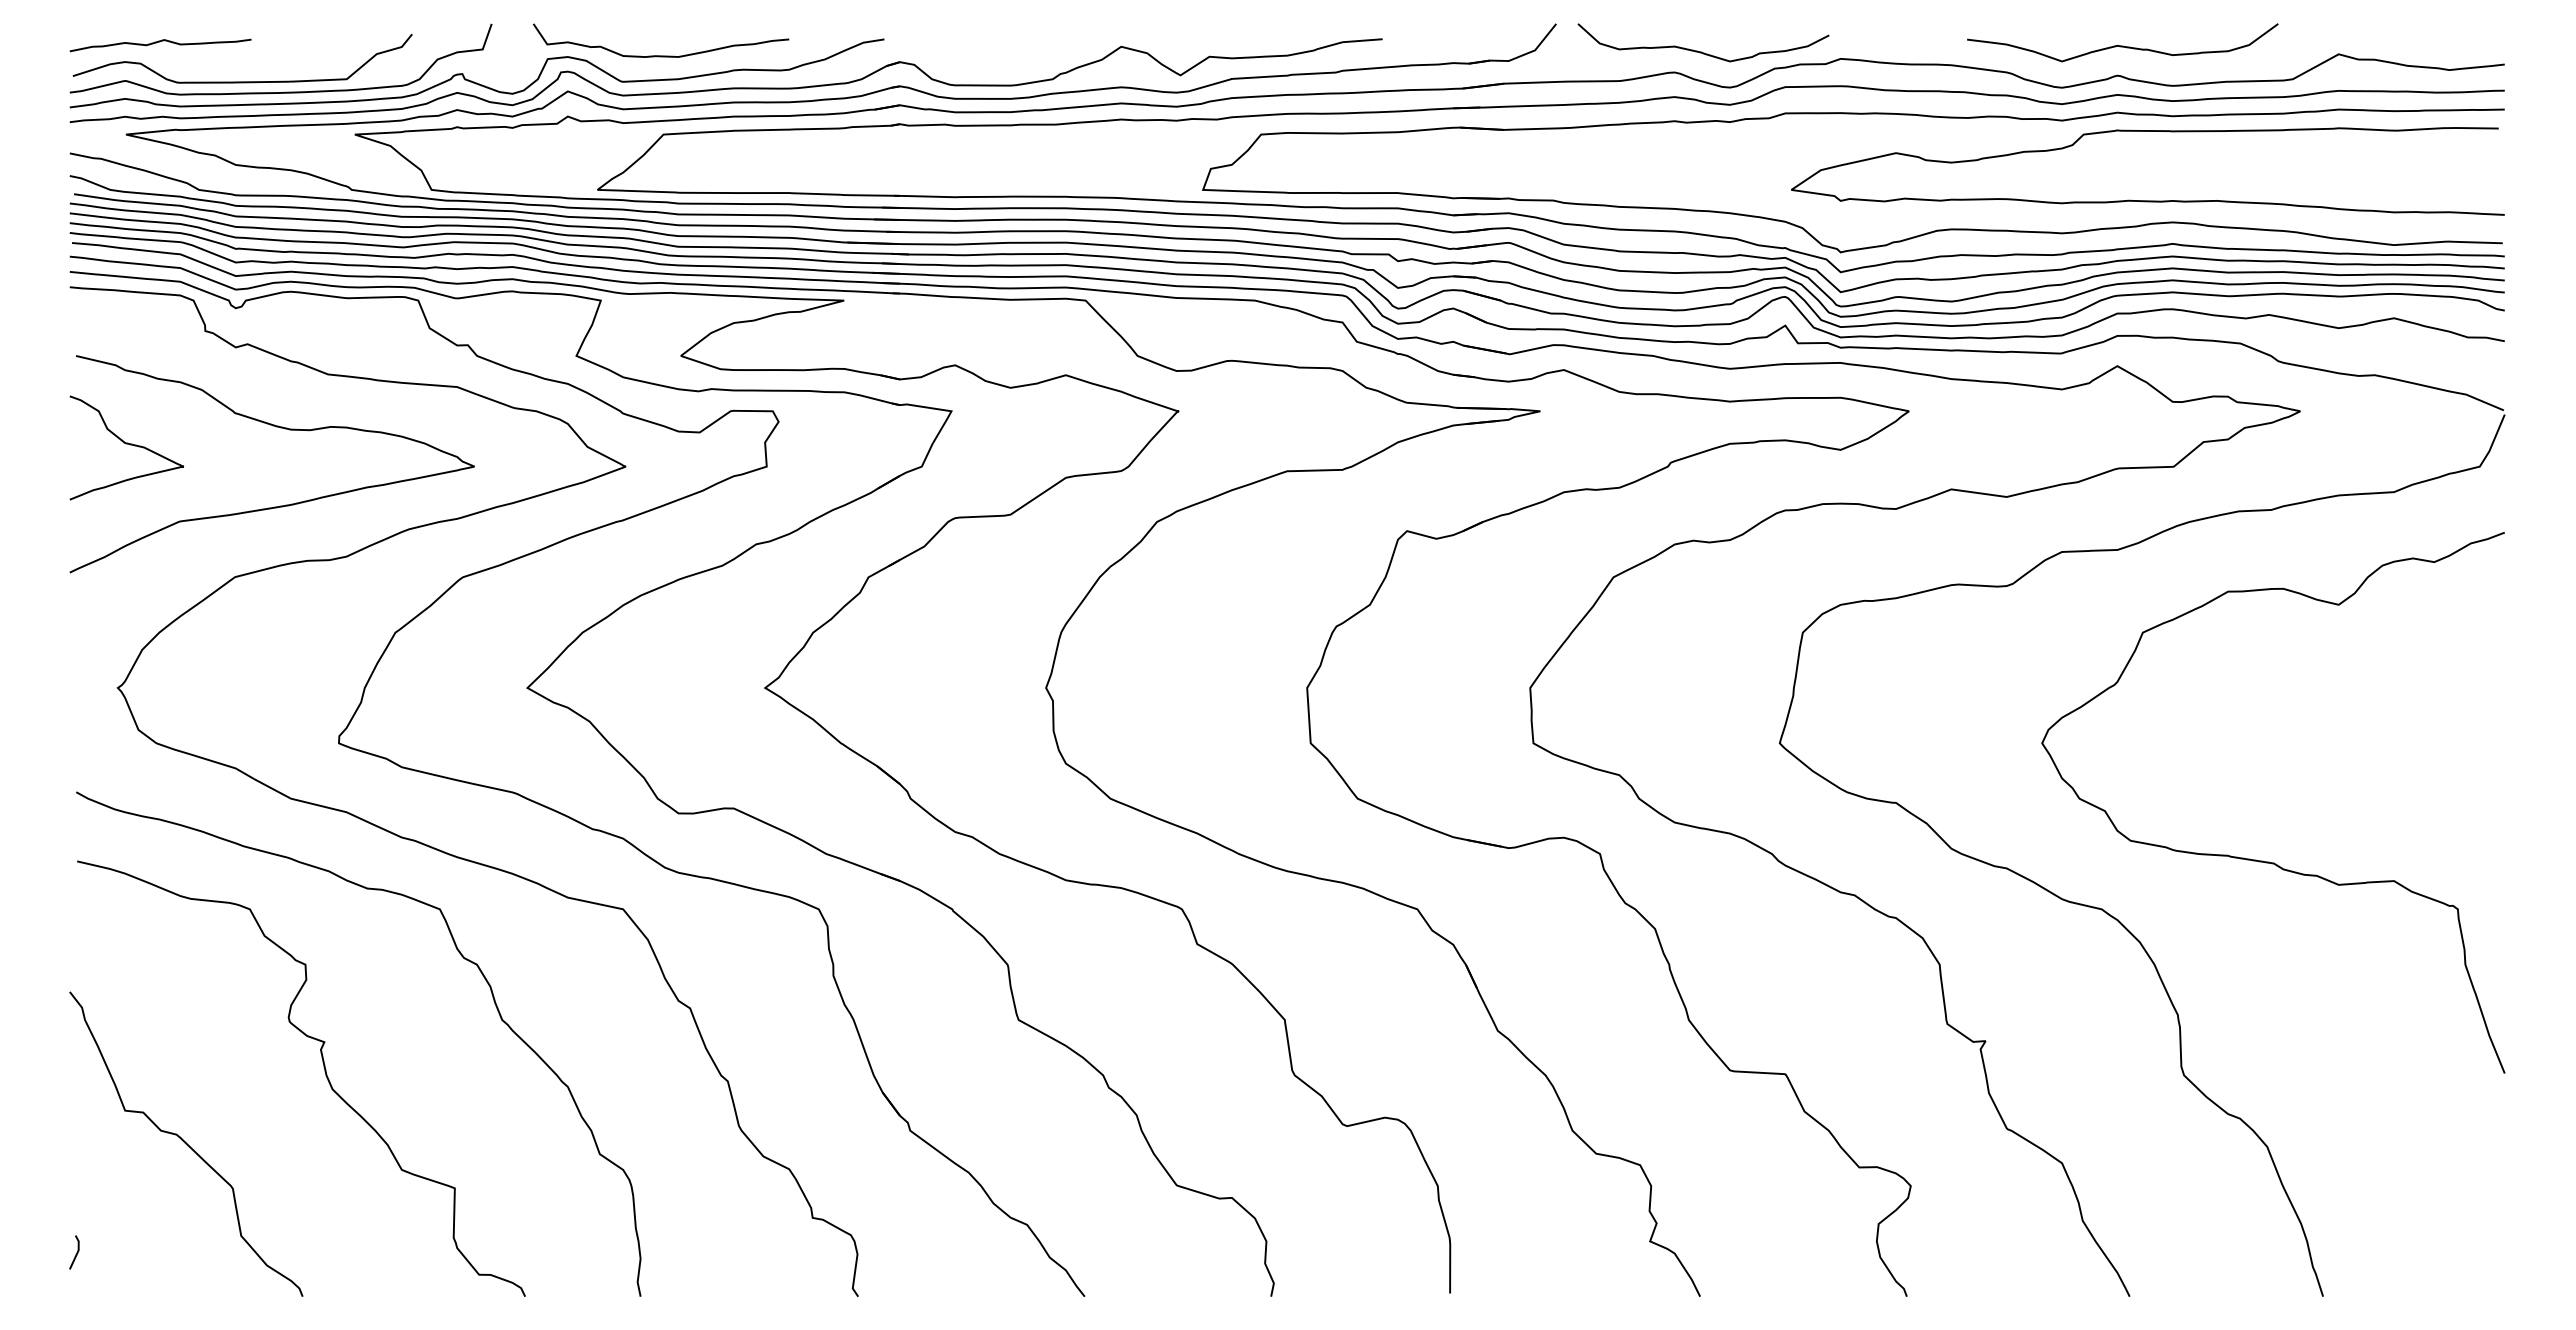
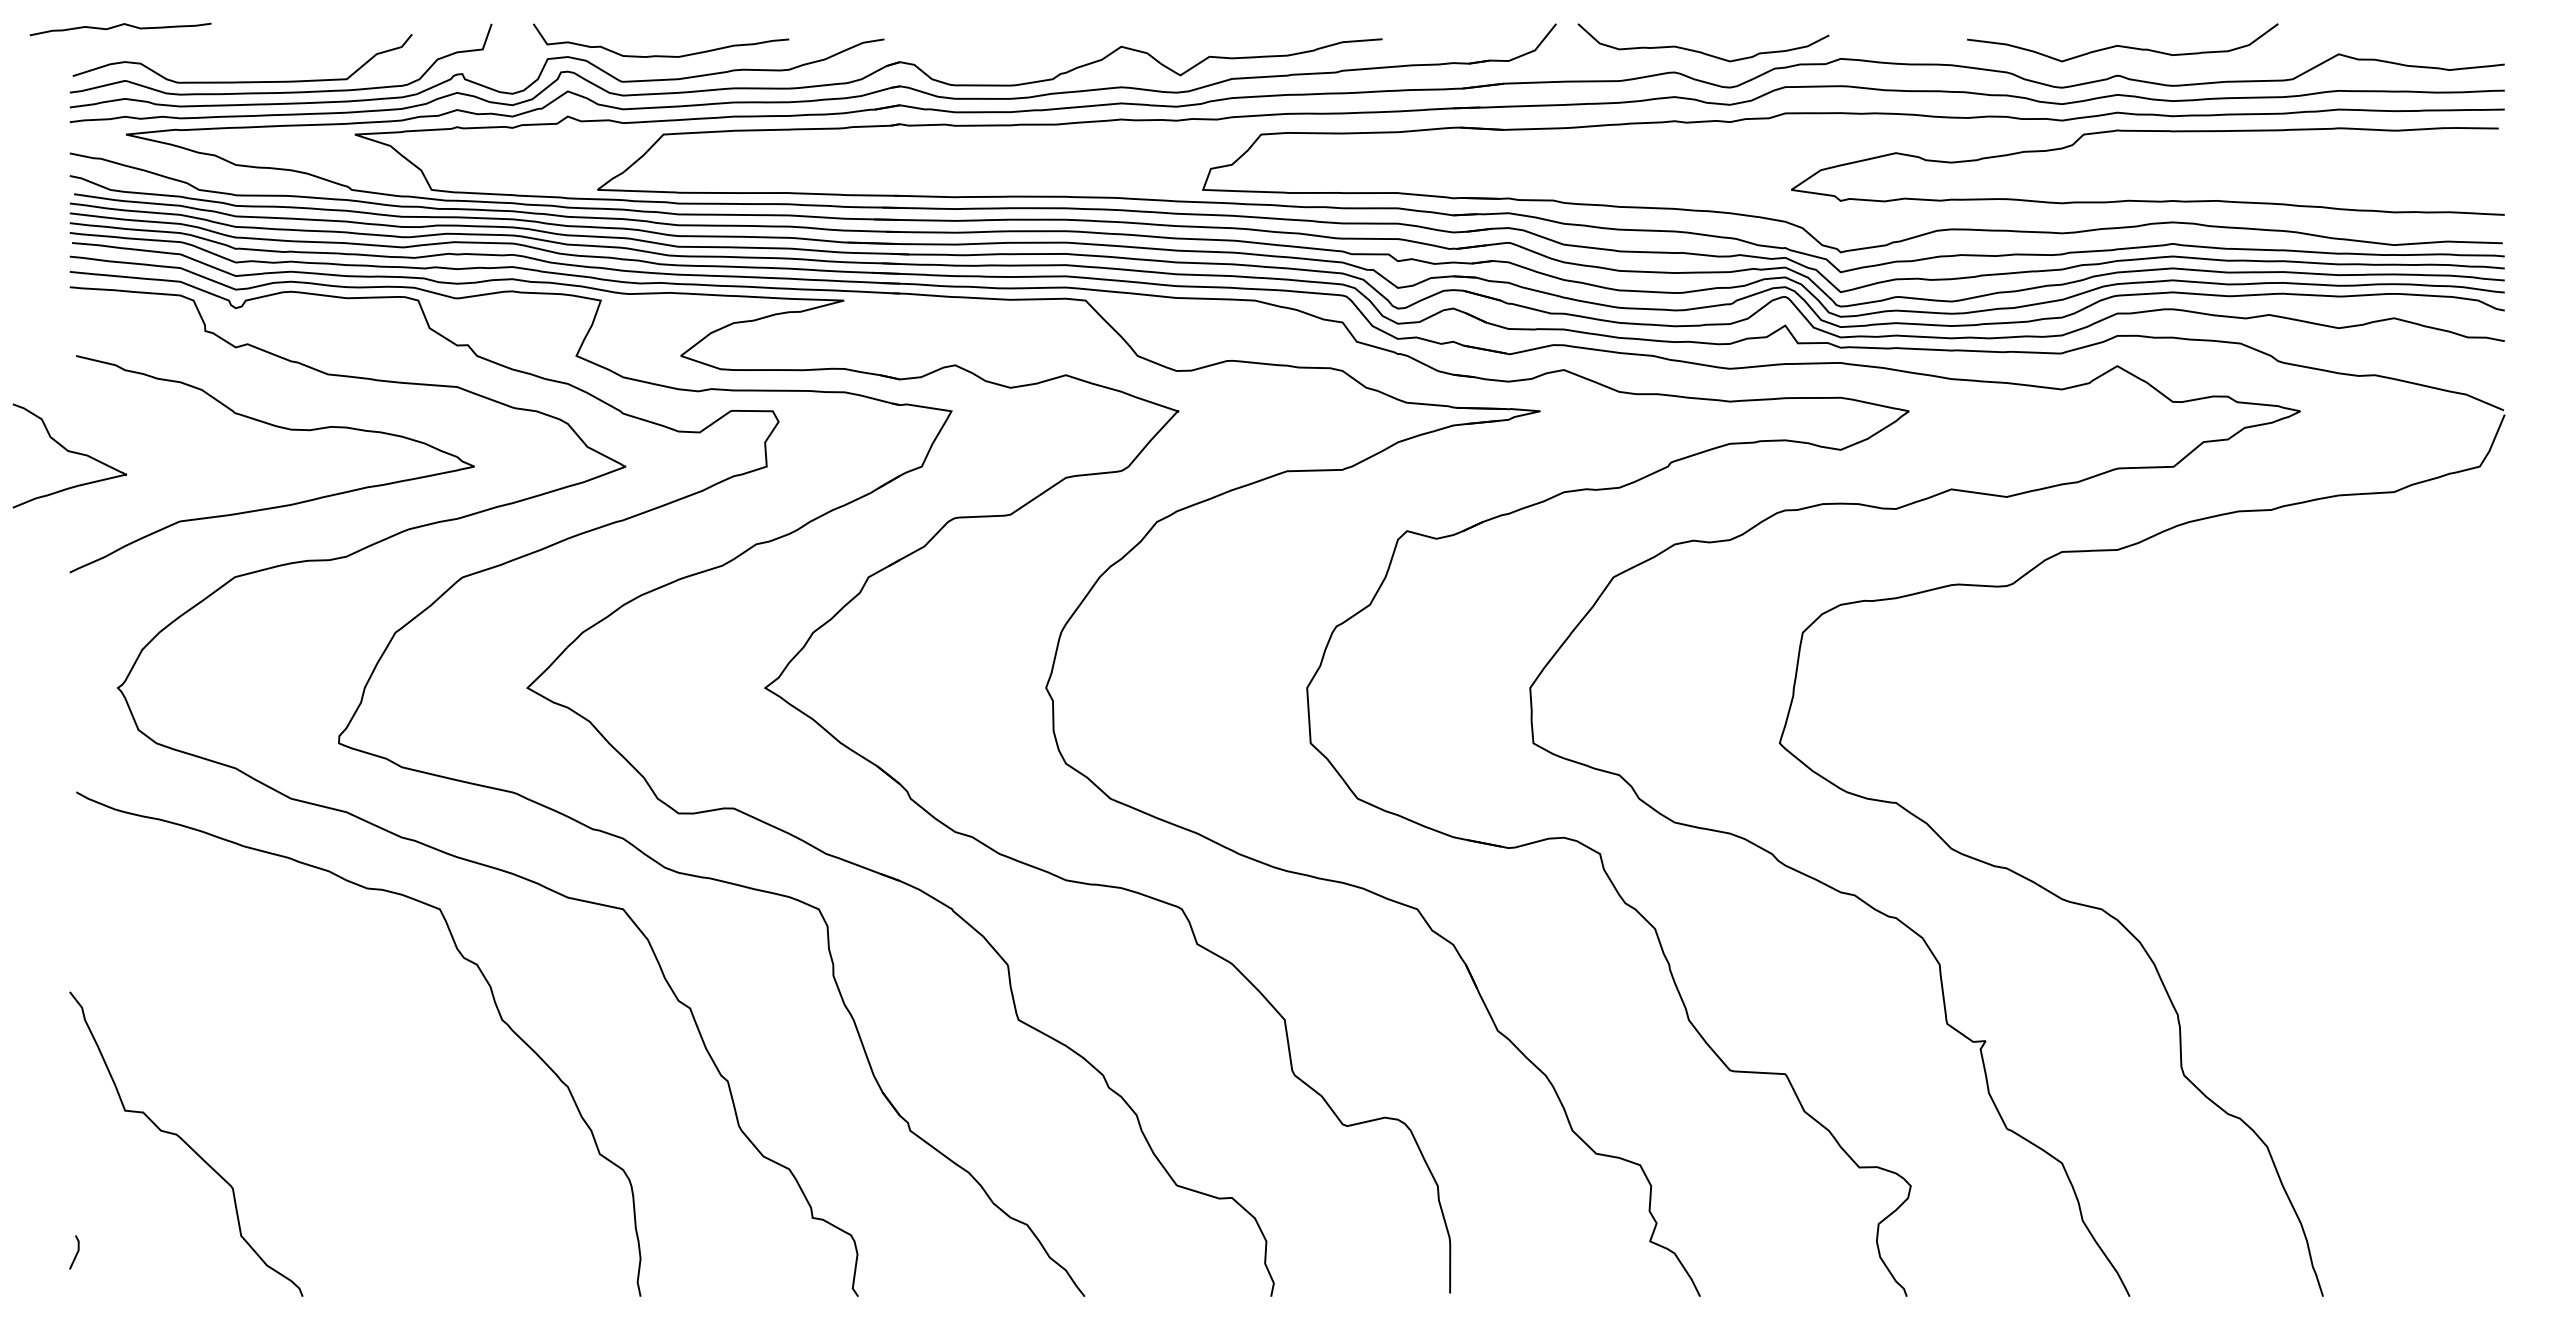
curve at (160, 42) position: (160, 42) -> (120, 26)
curve at (126, 444) position: (126, 444) -> (69, 452)
curve at (2262, 860): present -> none
curve at (324, 1071): present -> none
